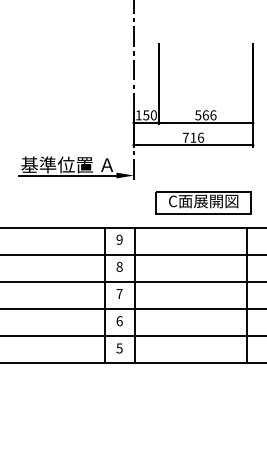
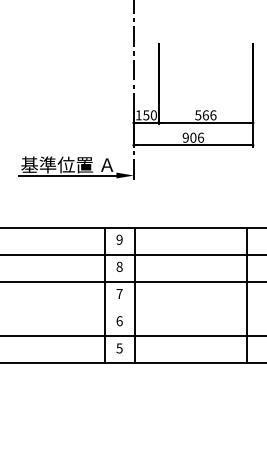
text at (189, 137): 716 -> 906
part at (203, 202): present -> none
line at (132, 308): present -> none
